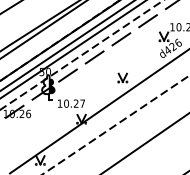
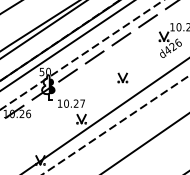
line at (72, 49): present -> none
line at (99, 110) position: (99, 110) -> (105, 115)
